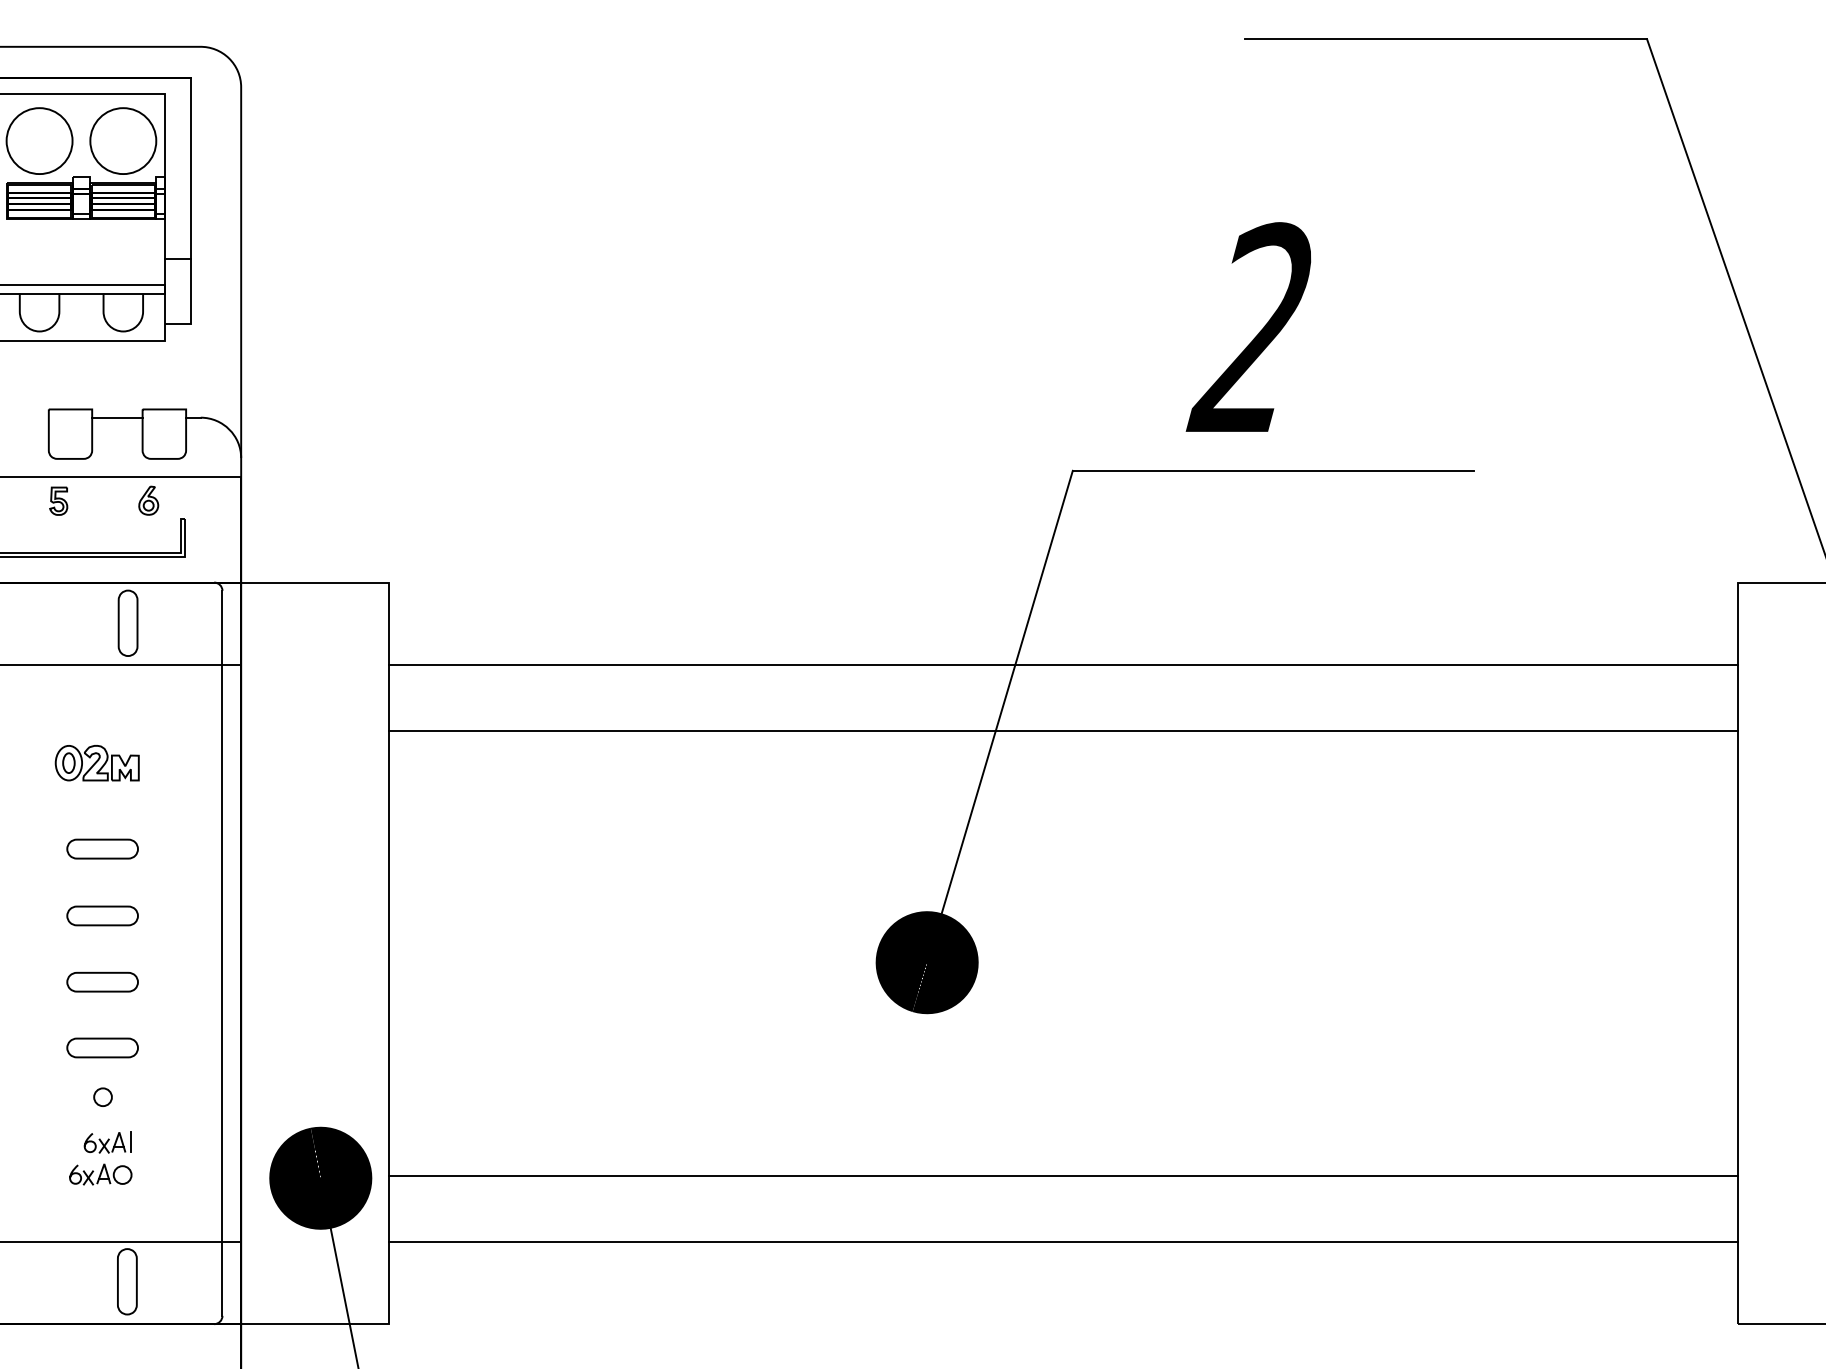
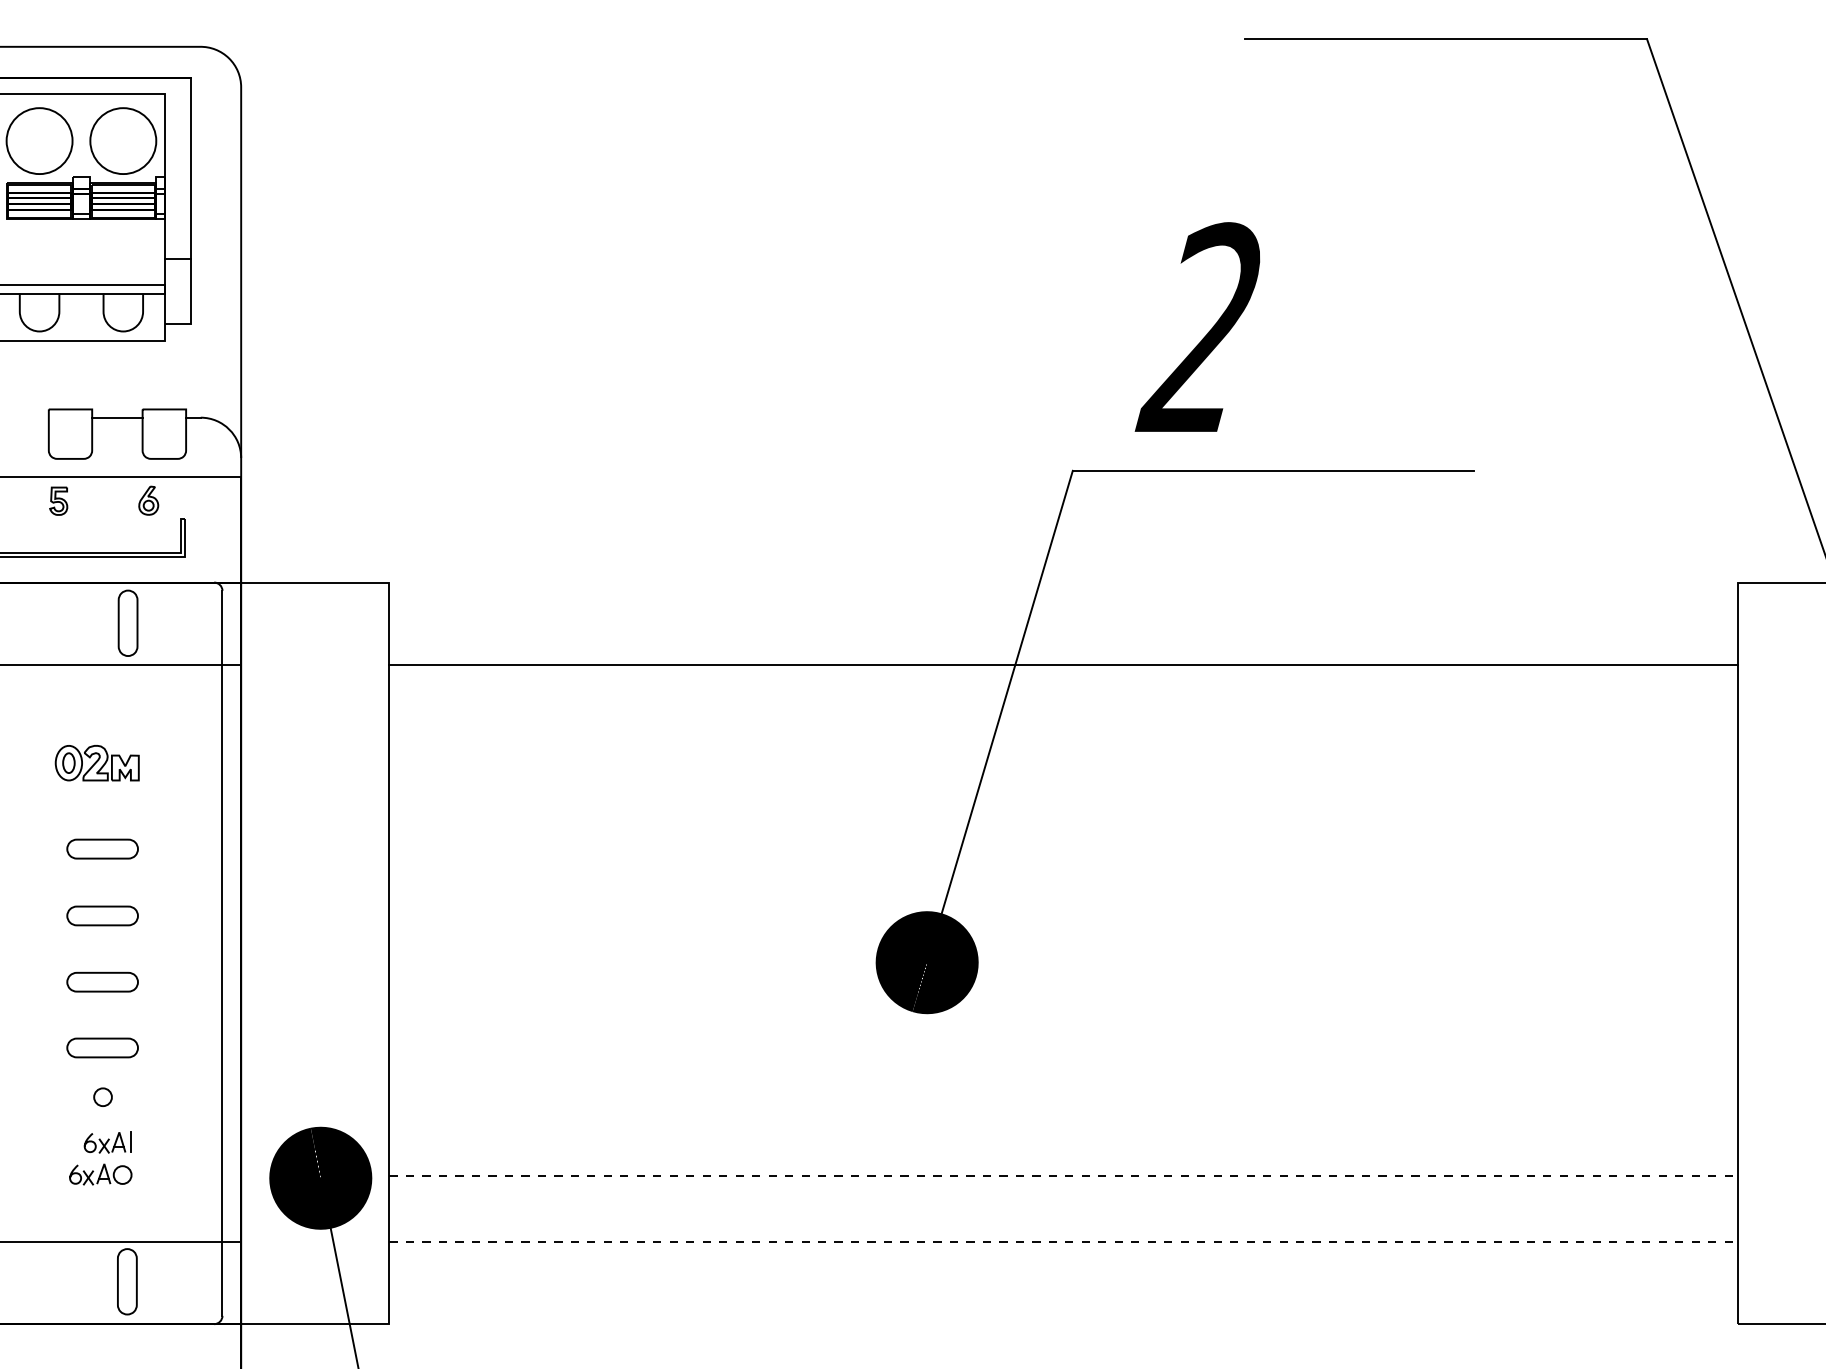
text at (1248, 326) position: (1248, 326) -> (1197, 326)
line at (1063, 730): present -> none
line at (1064, 1175): solid -> dashed
line at (1064, 1241): solid -> dashed
